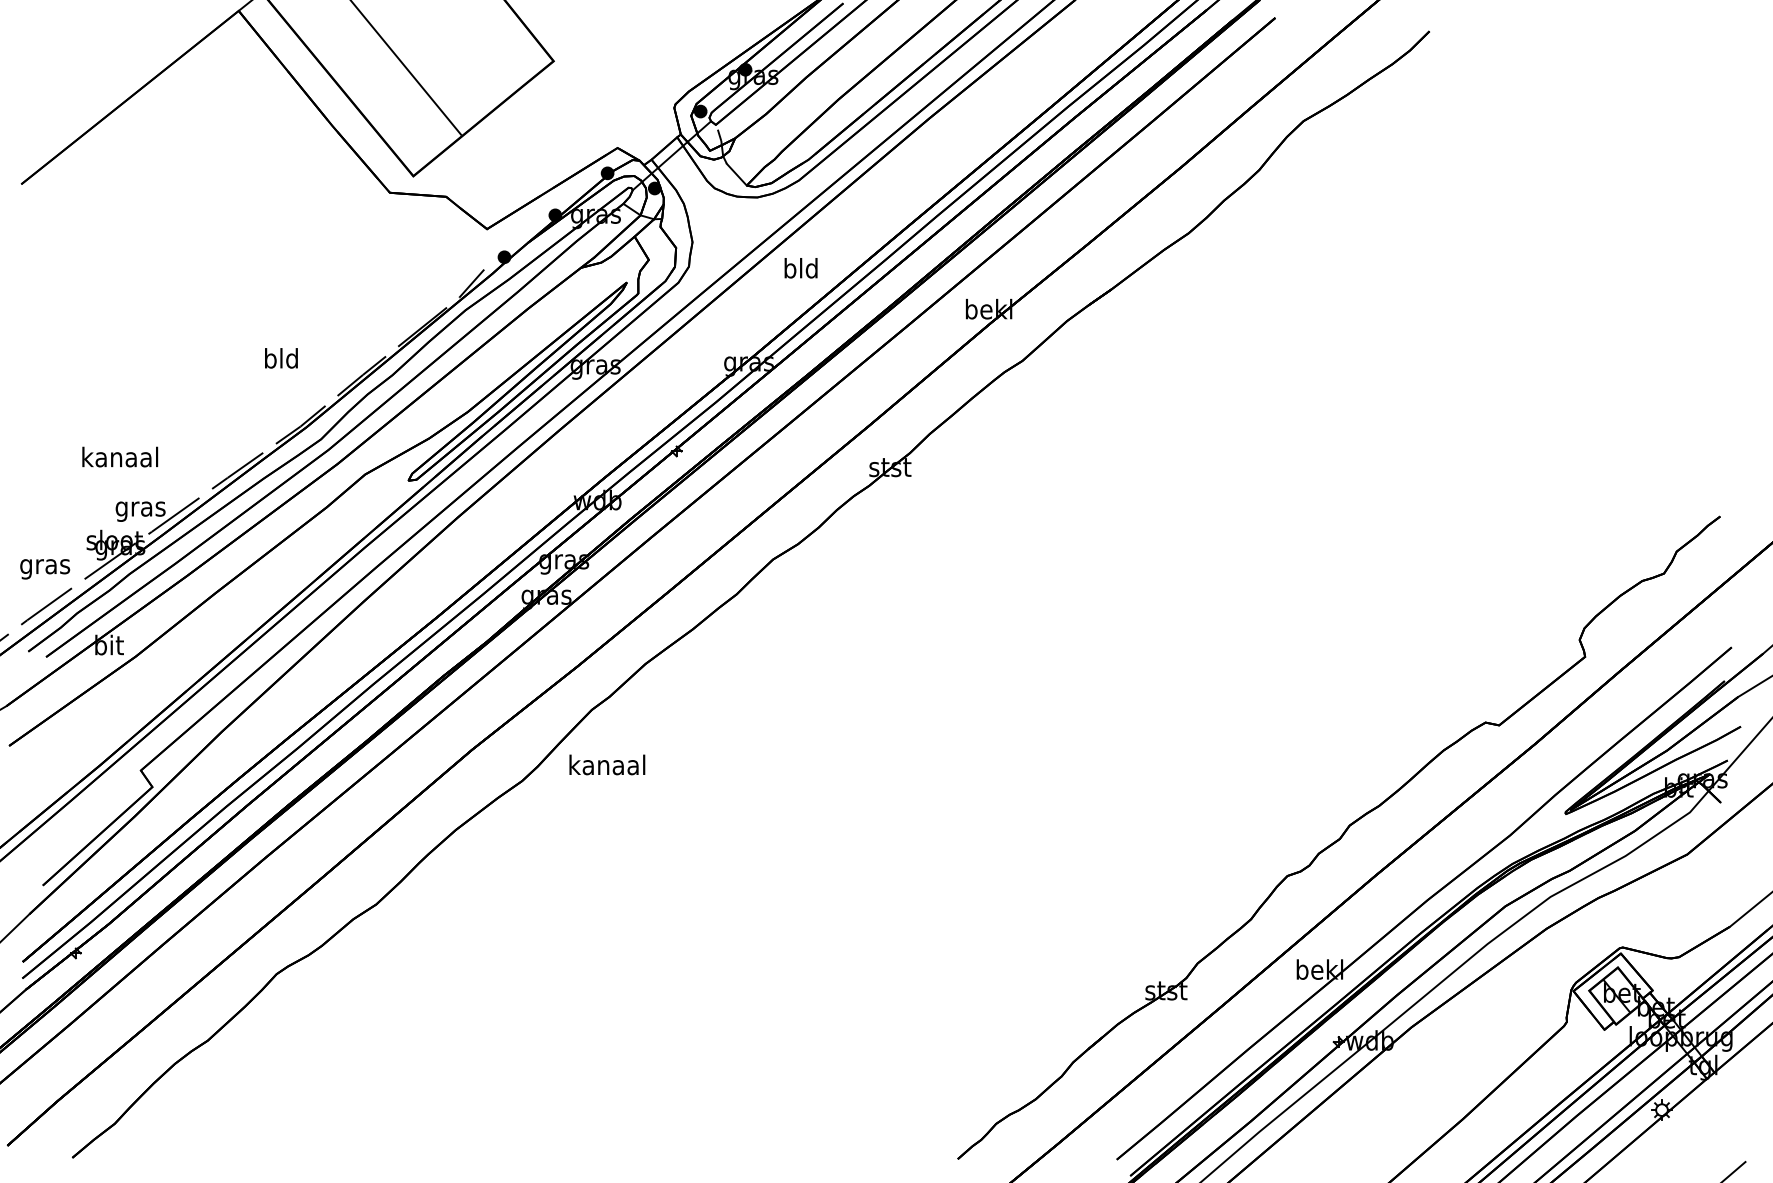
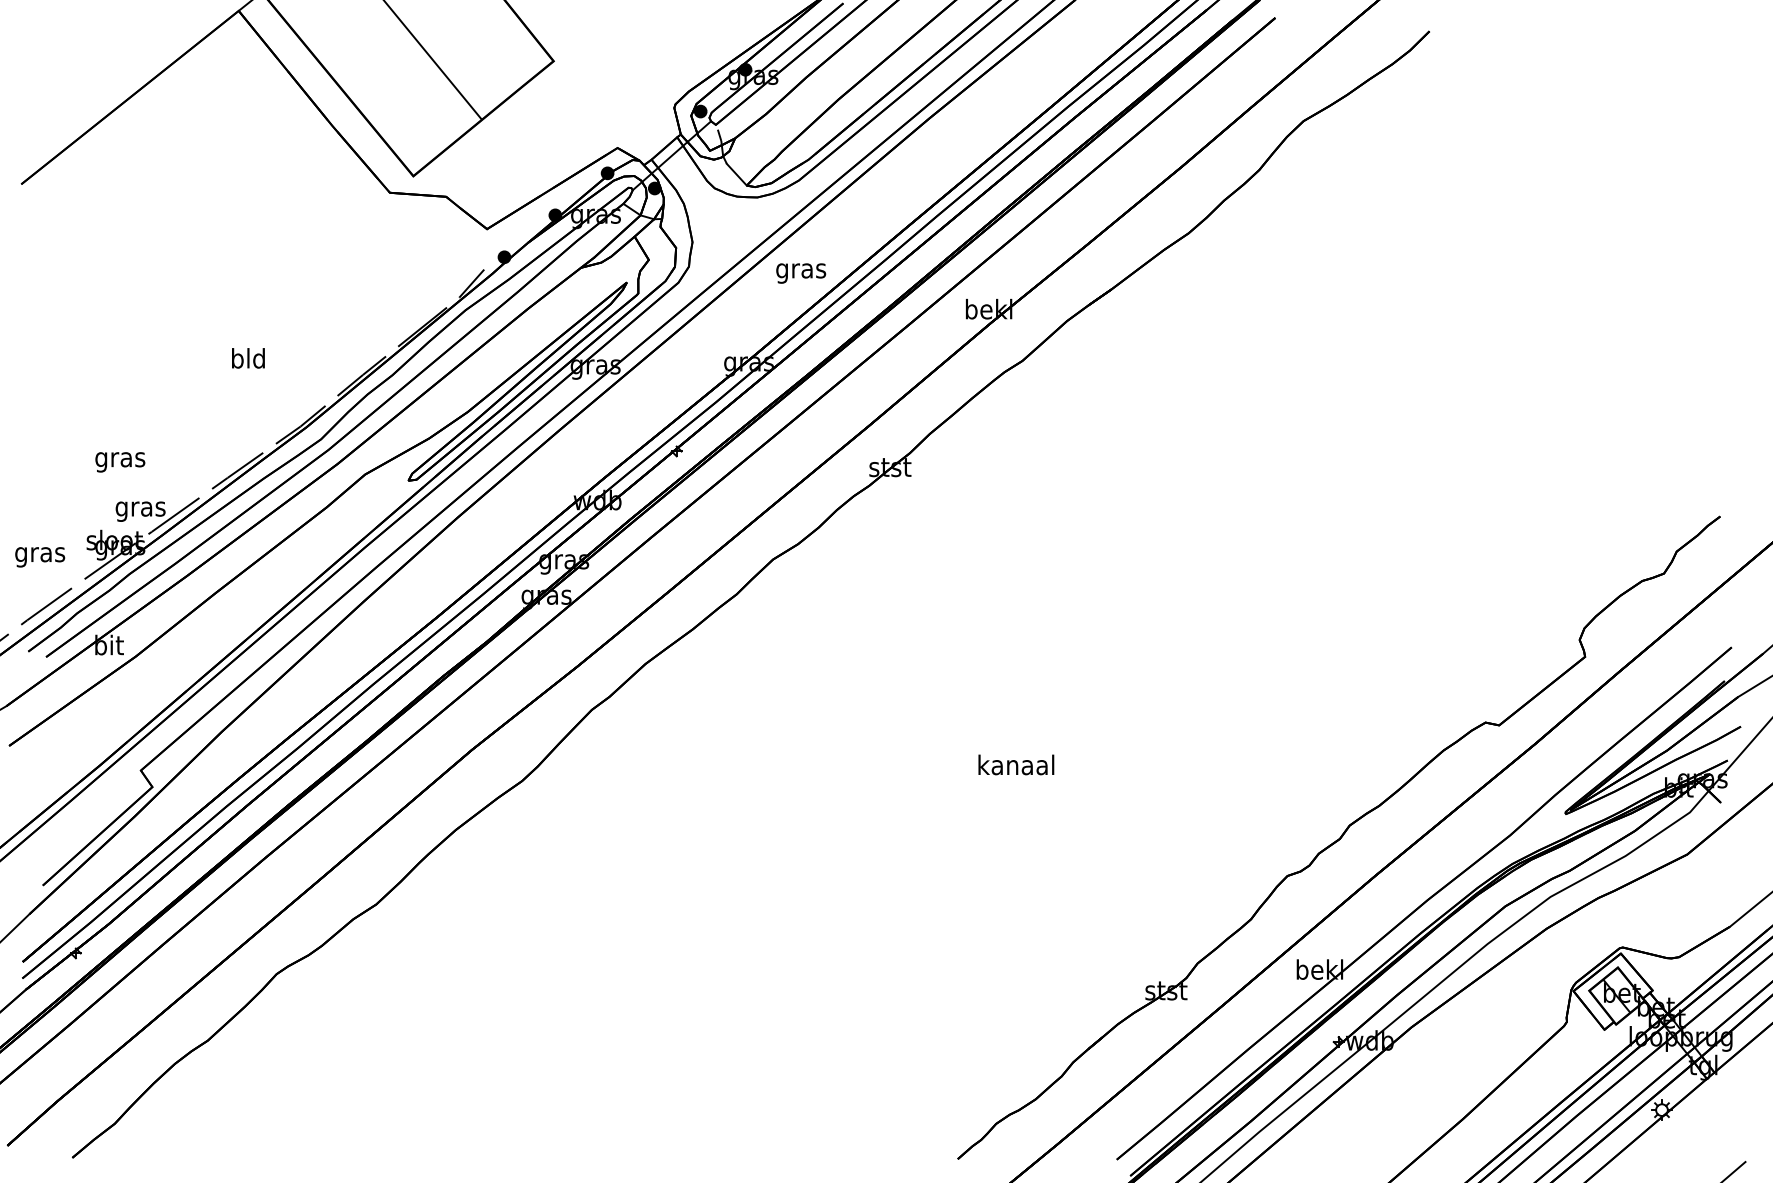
line at (406, 68) position: (406, 68) -> (433, 60)
text at (801, 270): bld -> gras
text at (281, 358) position: (281, 358) -> (248, 358)
text at (120, 459): kanaal -> gras
text at (45, 569) position: (45, 569) -> (40, 557)
text at (607, 764) position: (607, 764) -> (1016, 764)
